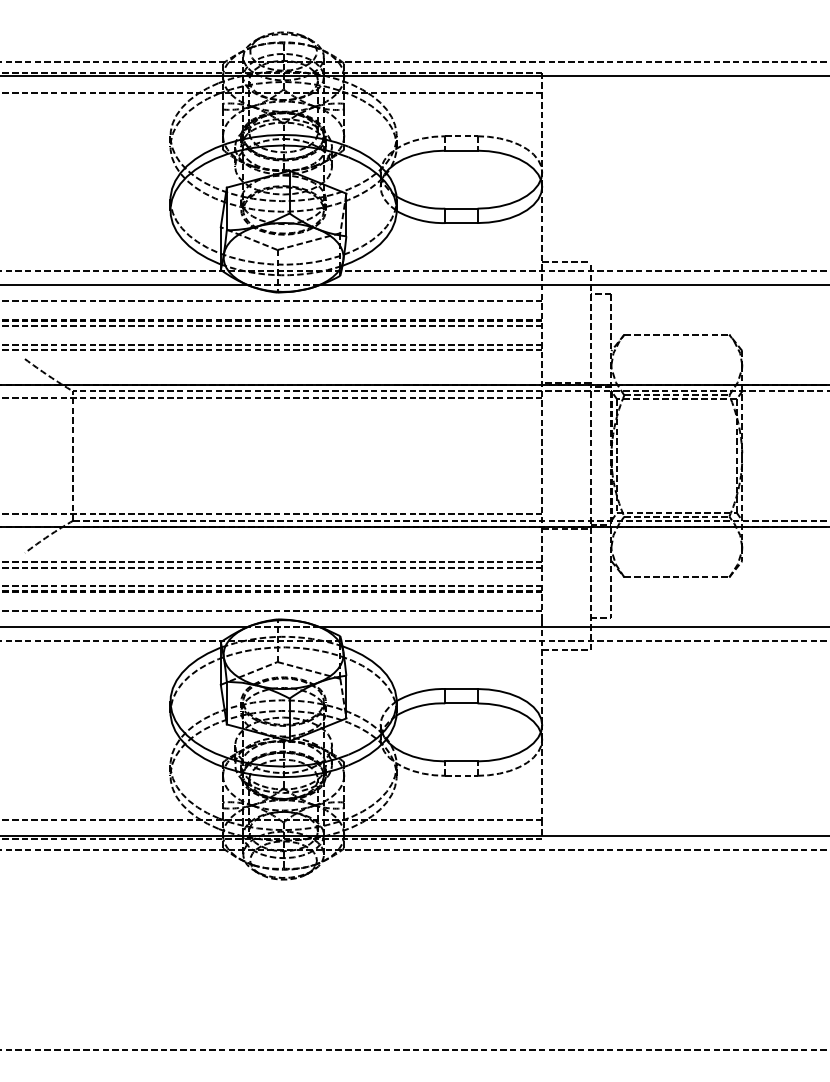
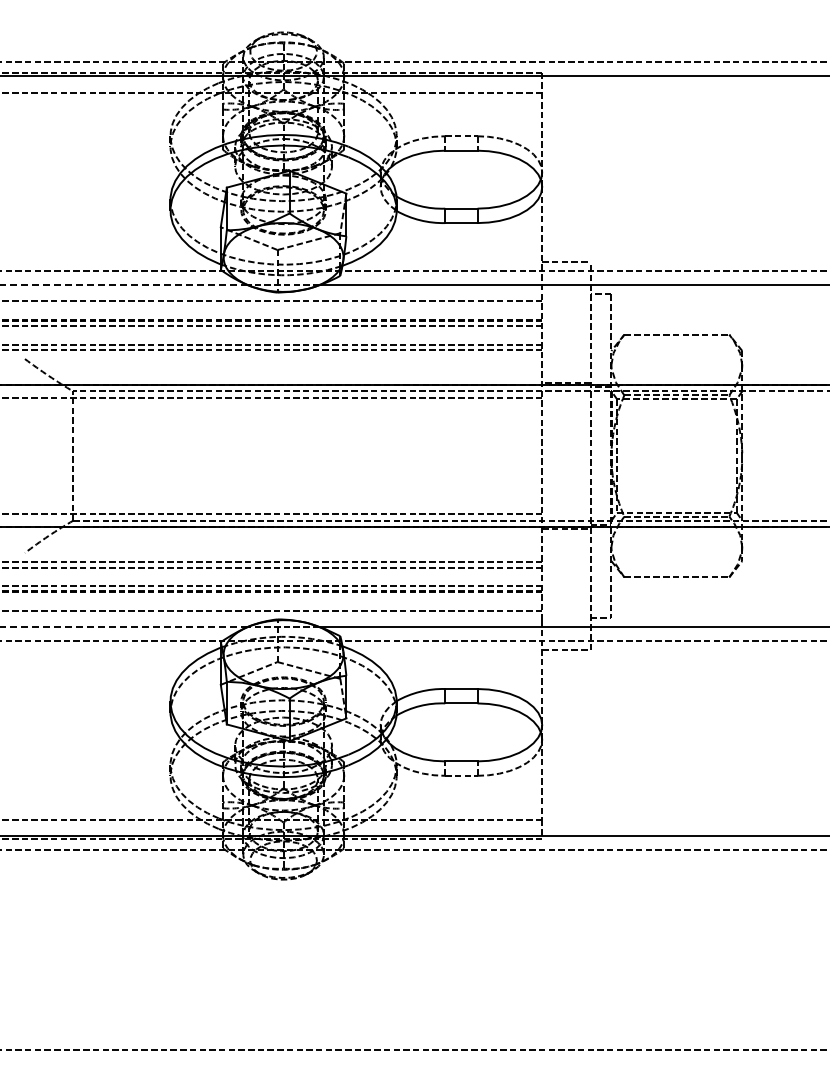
line at (124, 285): solid -> dashed
line at (124, 626): solid -> dashed
